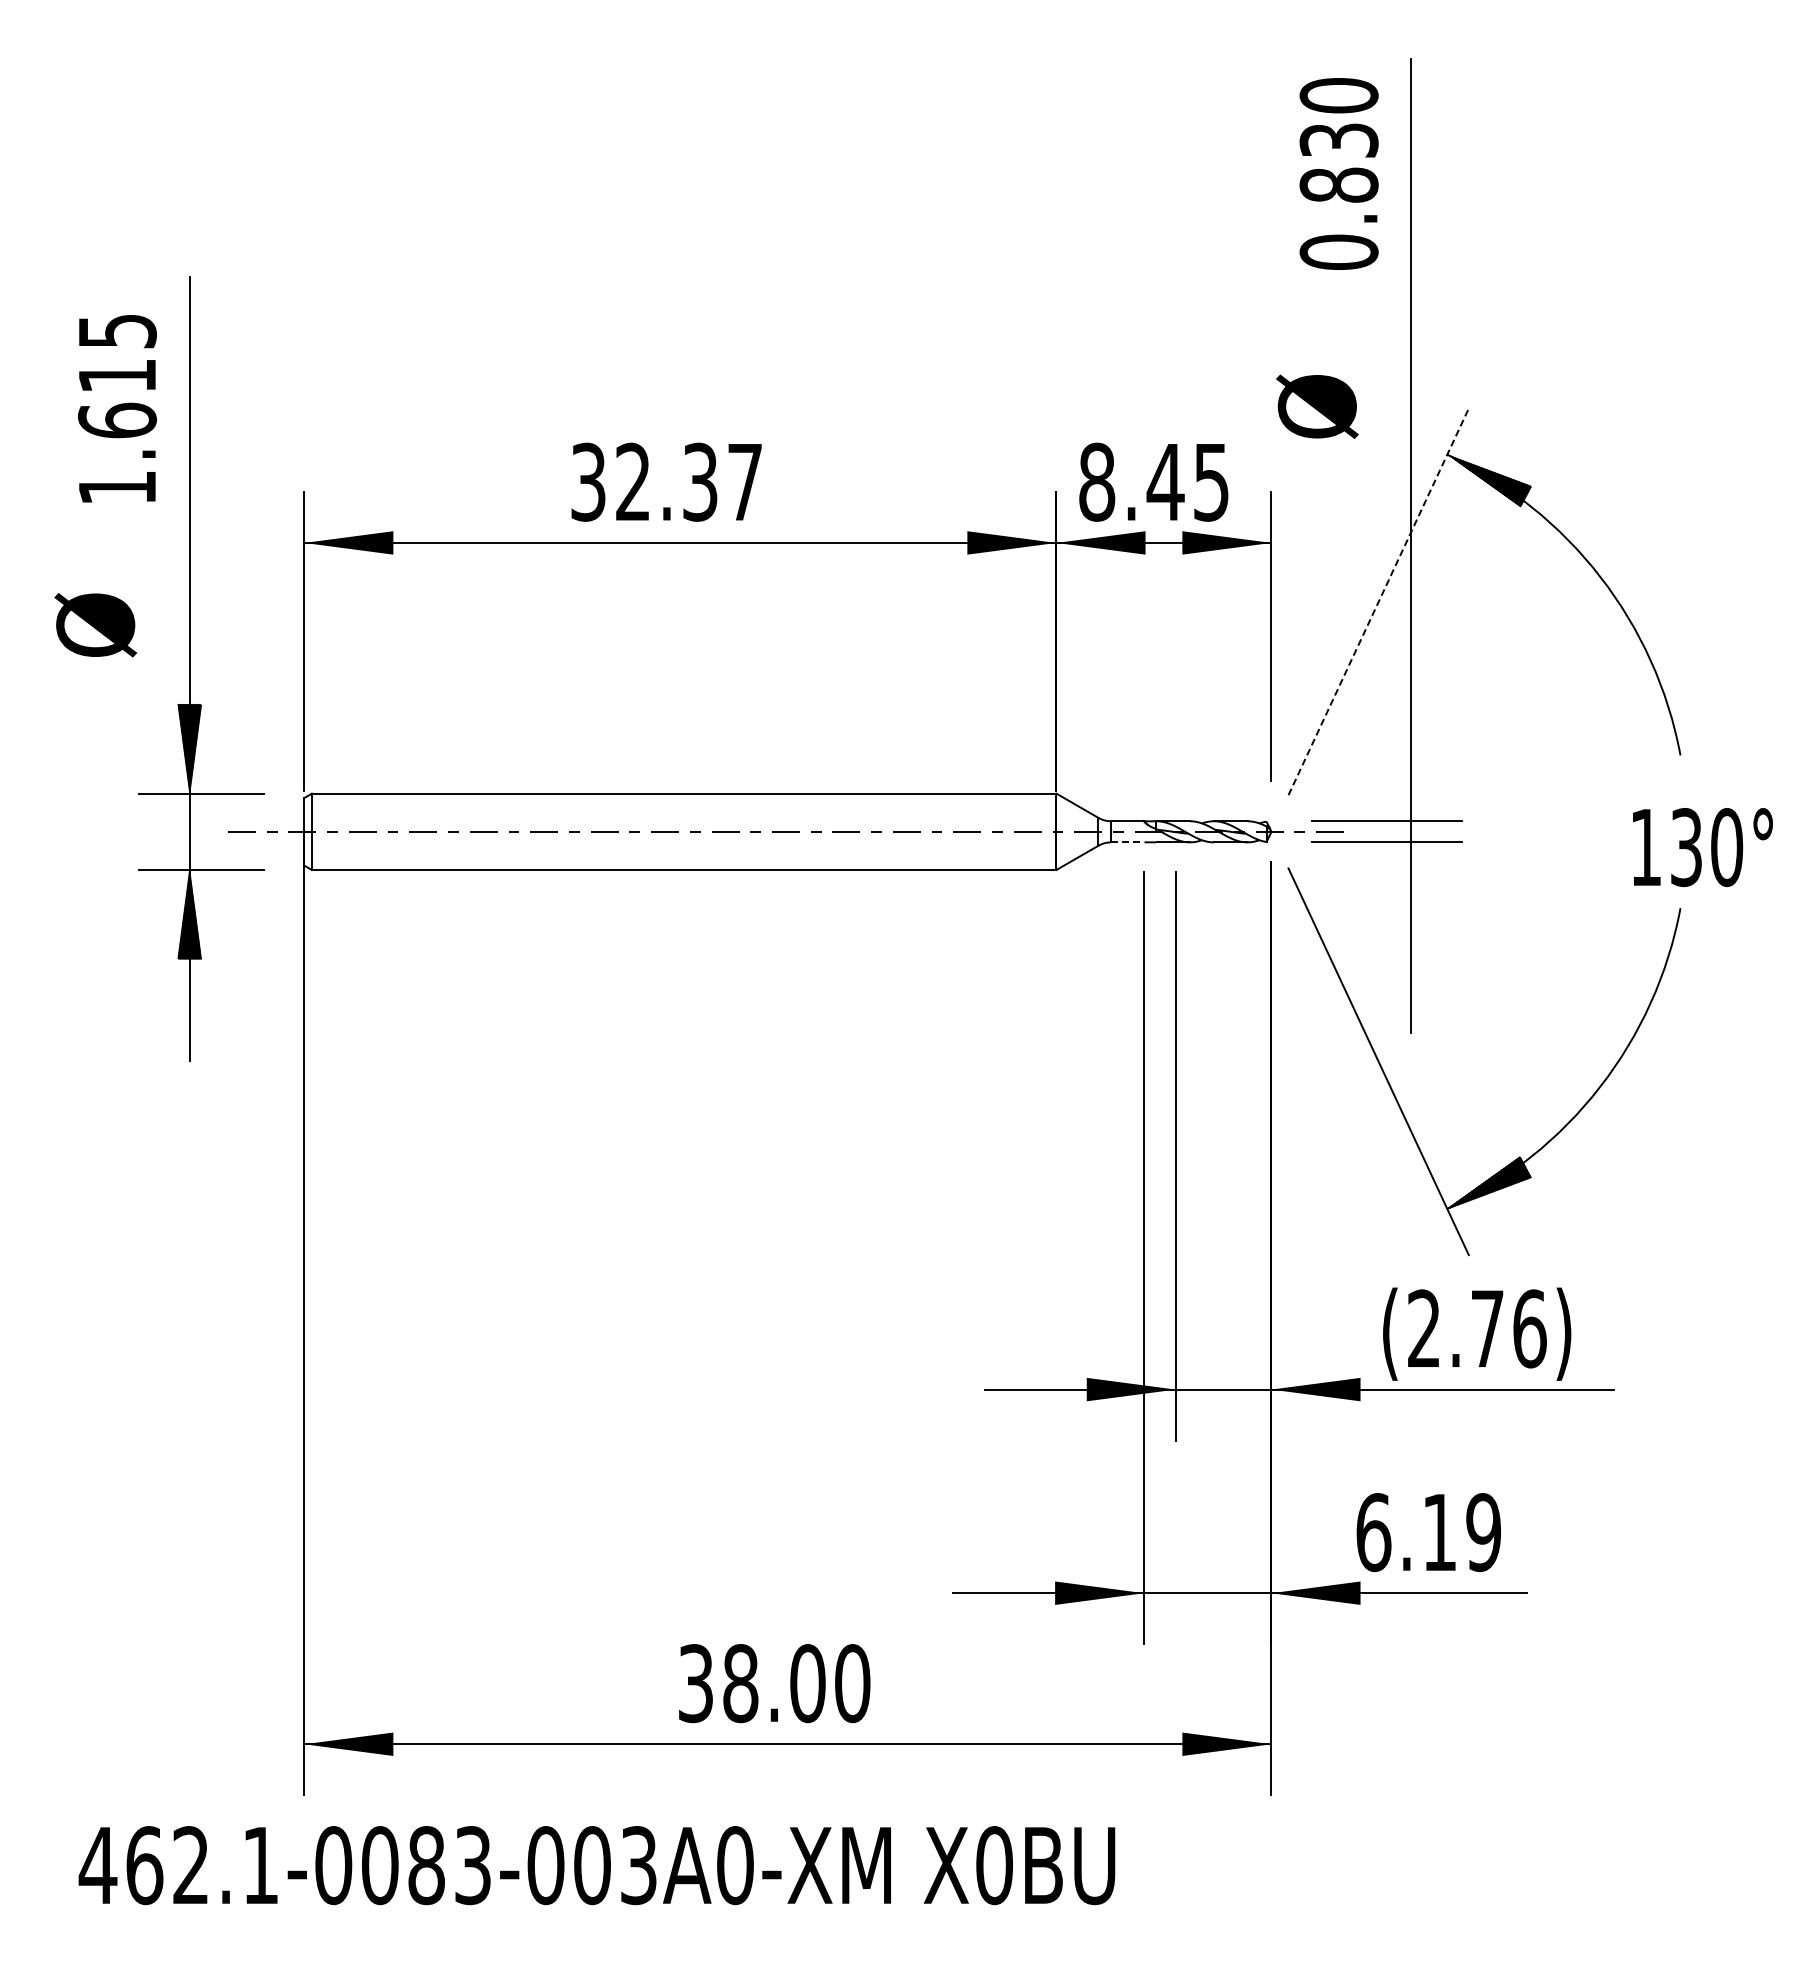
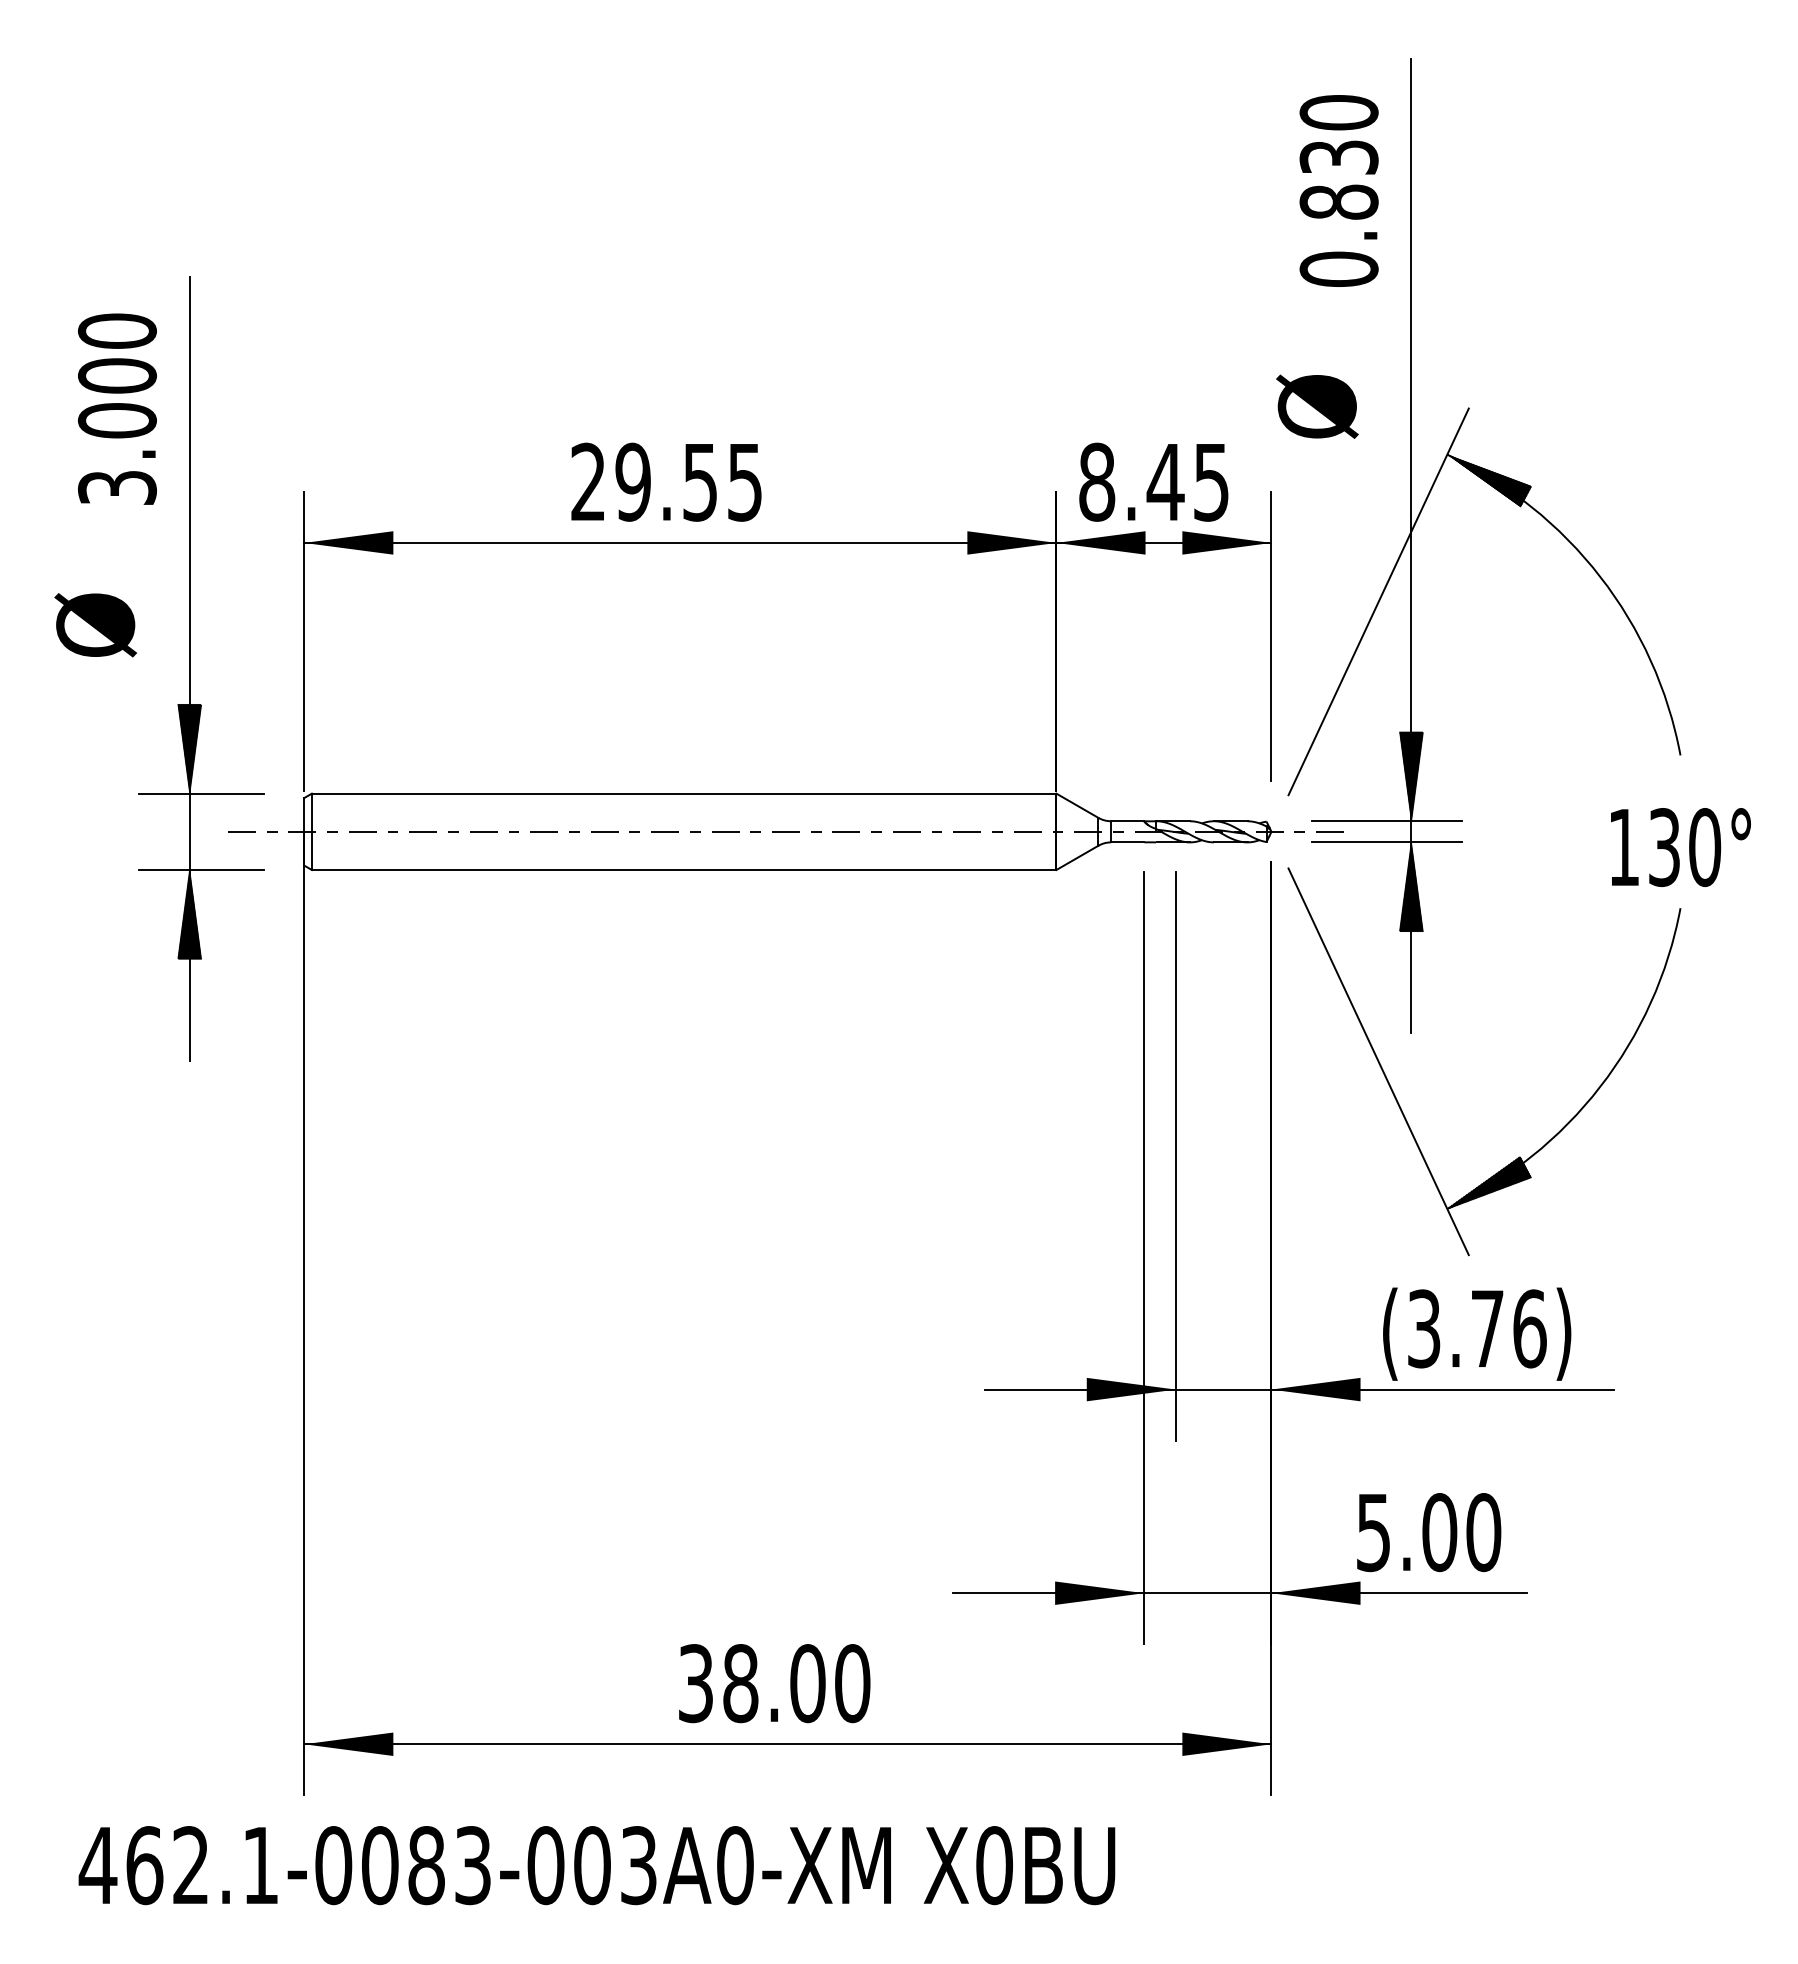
text at (1338, 173) position: (1338, 173) -> (1338, 190)
text at (116, 408): 1.615 -> 3.000
text at (666, 481): 32.37 -> 29.55
line at (1378, 601): dashed -> solid
hatch at (1411, 776): none -> present
line at (1127, 842): dashed -> solid
text at (1702, 847) position: (1702, 847) -> (1680, 847)
hatch at (1411, 886): none -> present
text at (1424, 1328): (2.76) -> (3.76)
text at (1428, 1532): 6.19 -> 5.00
